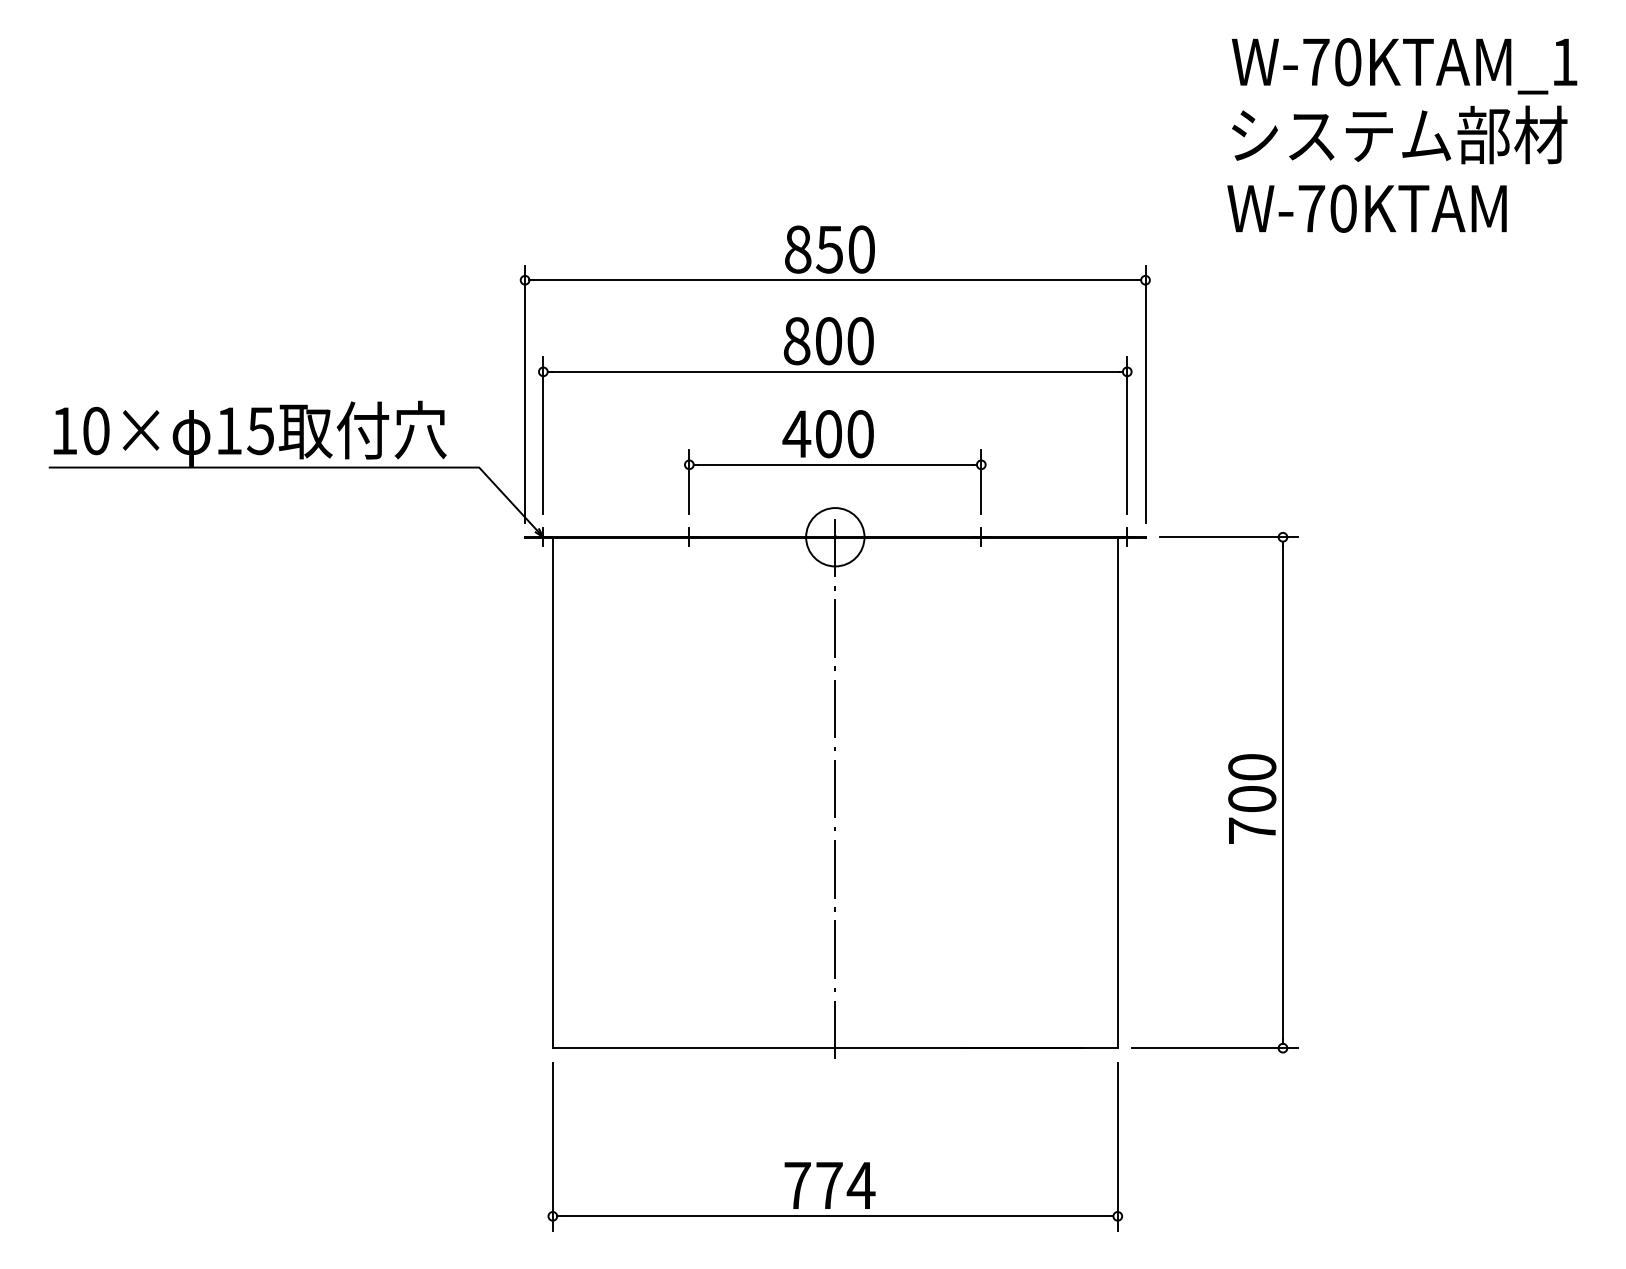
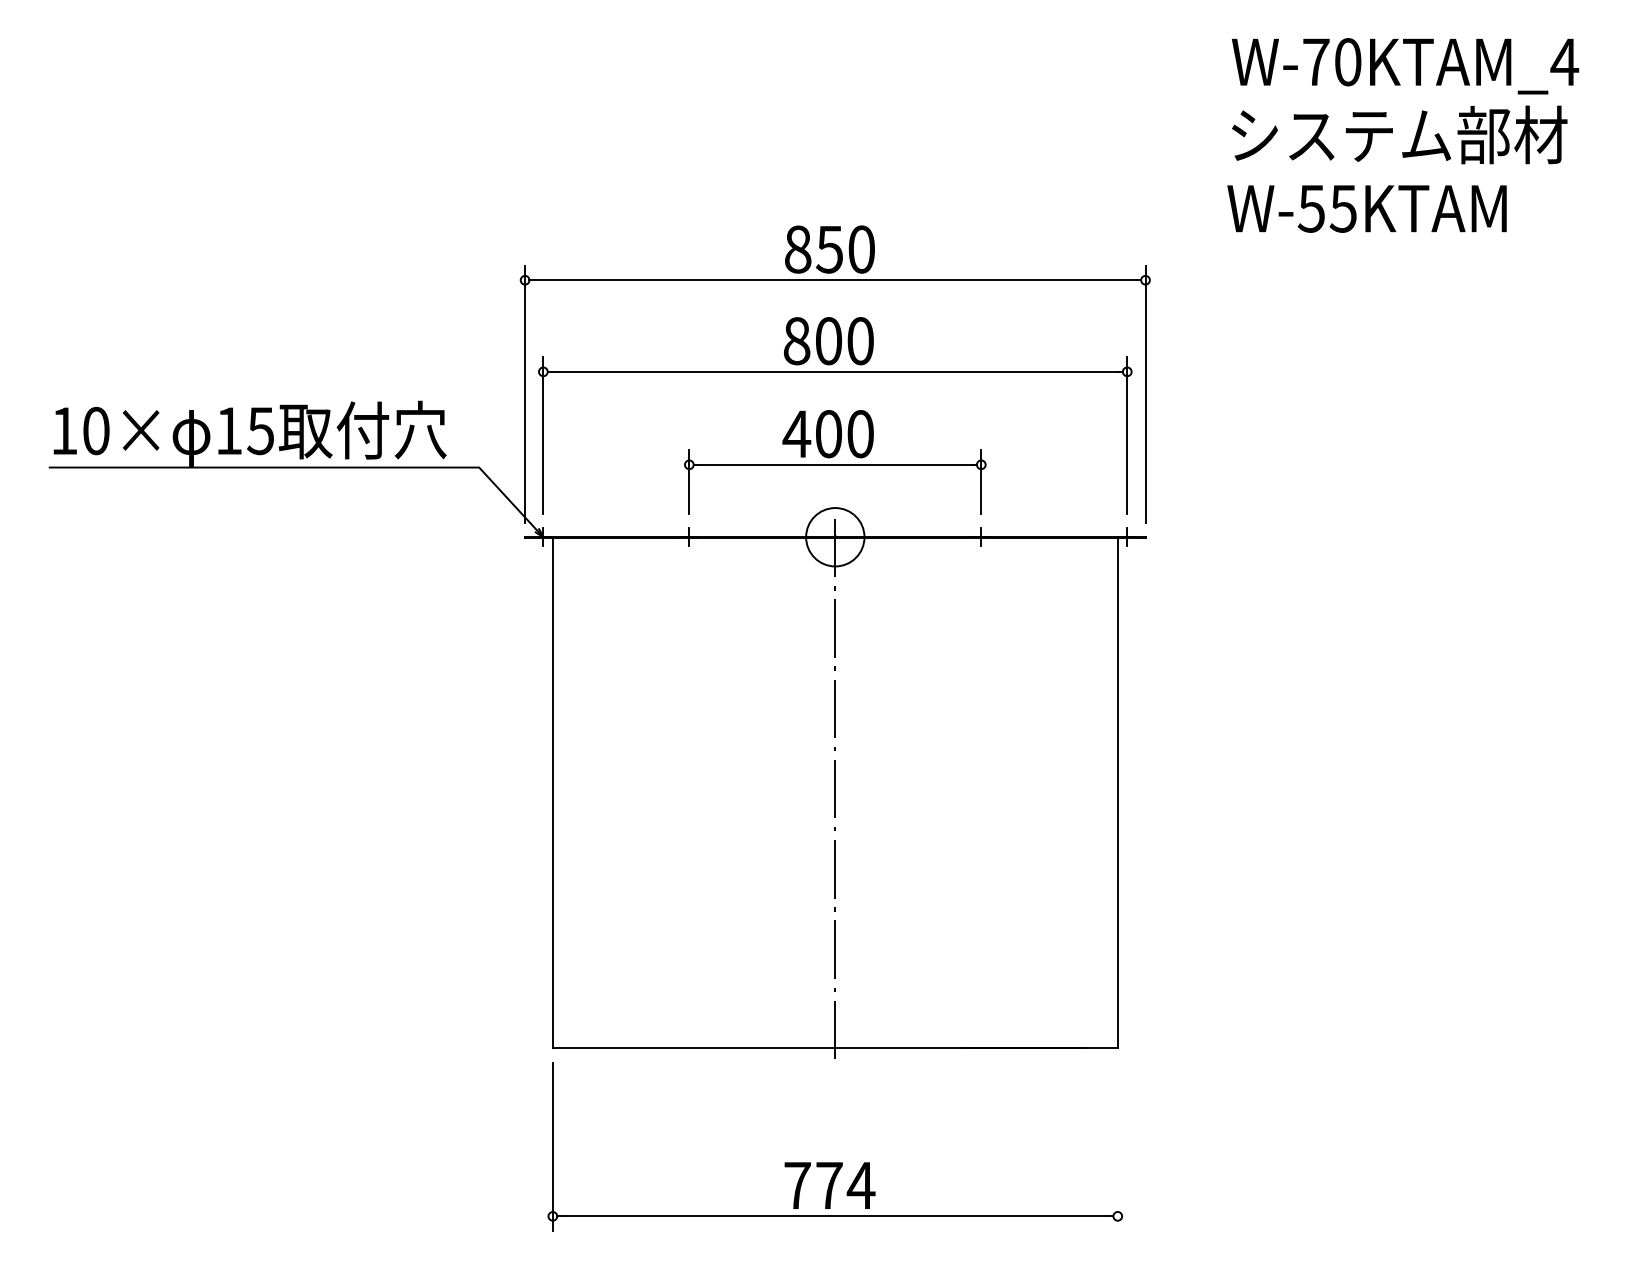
text at (1564, 61): W-70KTAM_1 -> W-70KTAM_4
text at (1326, 208): W-70KTAM -> W-55KTAM
part at (1228, 795): present -> none
line at (1117, 1146): present -> none
